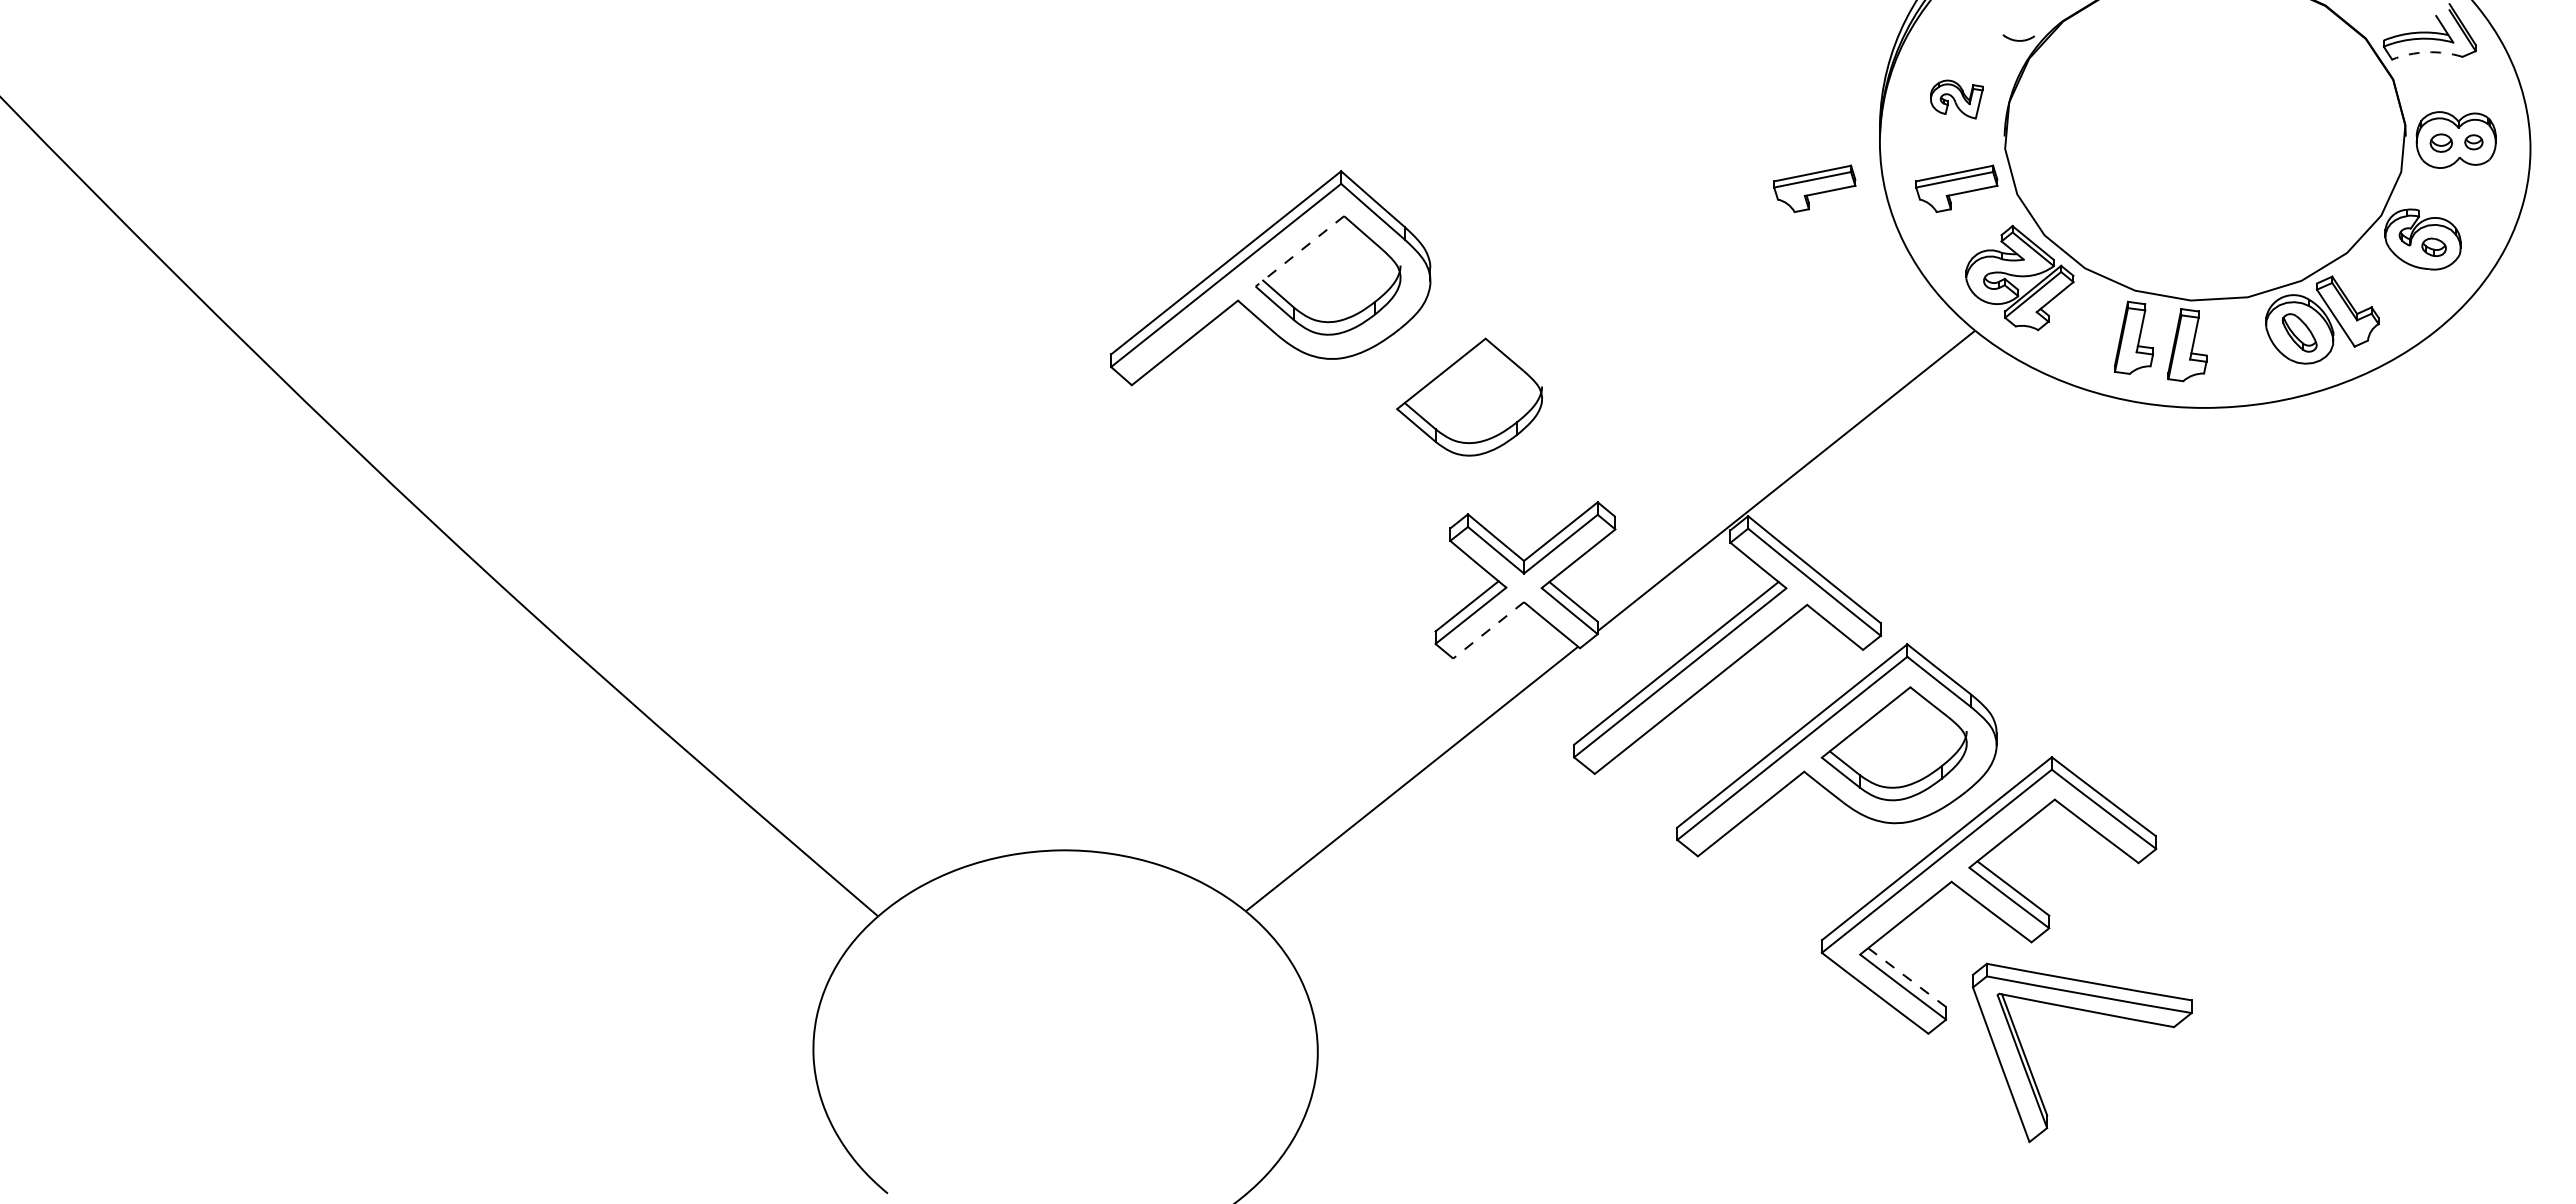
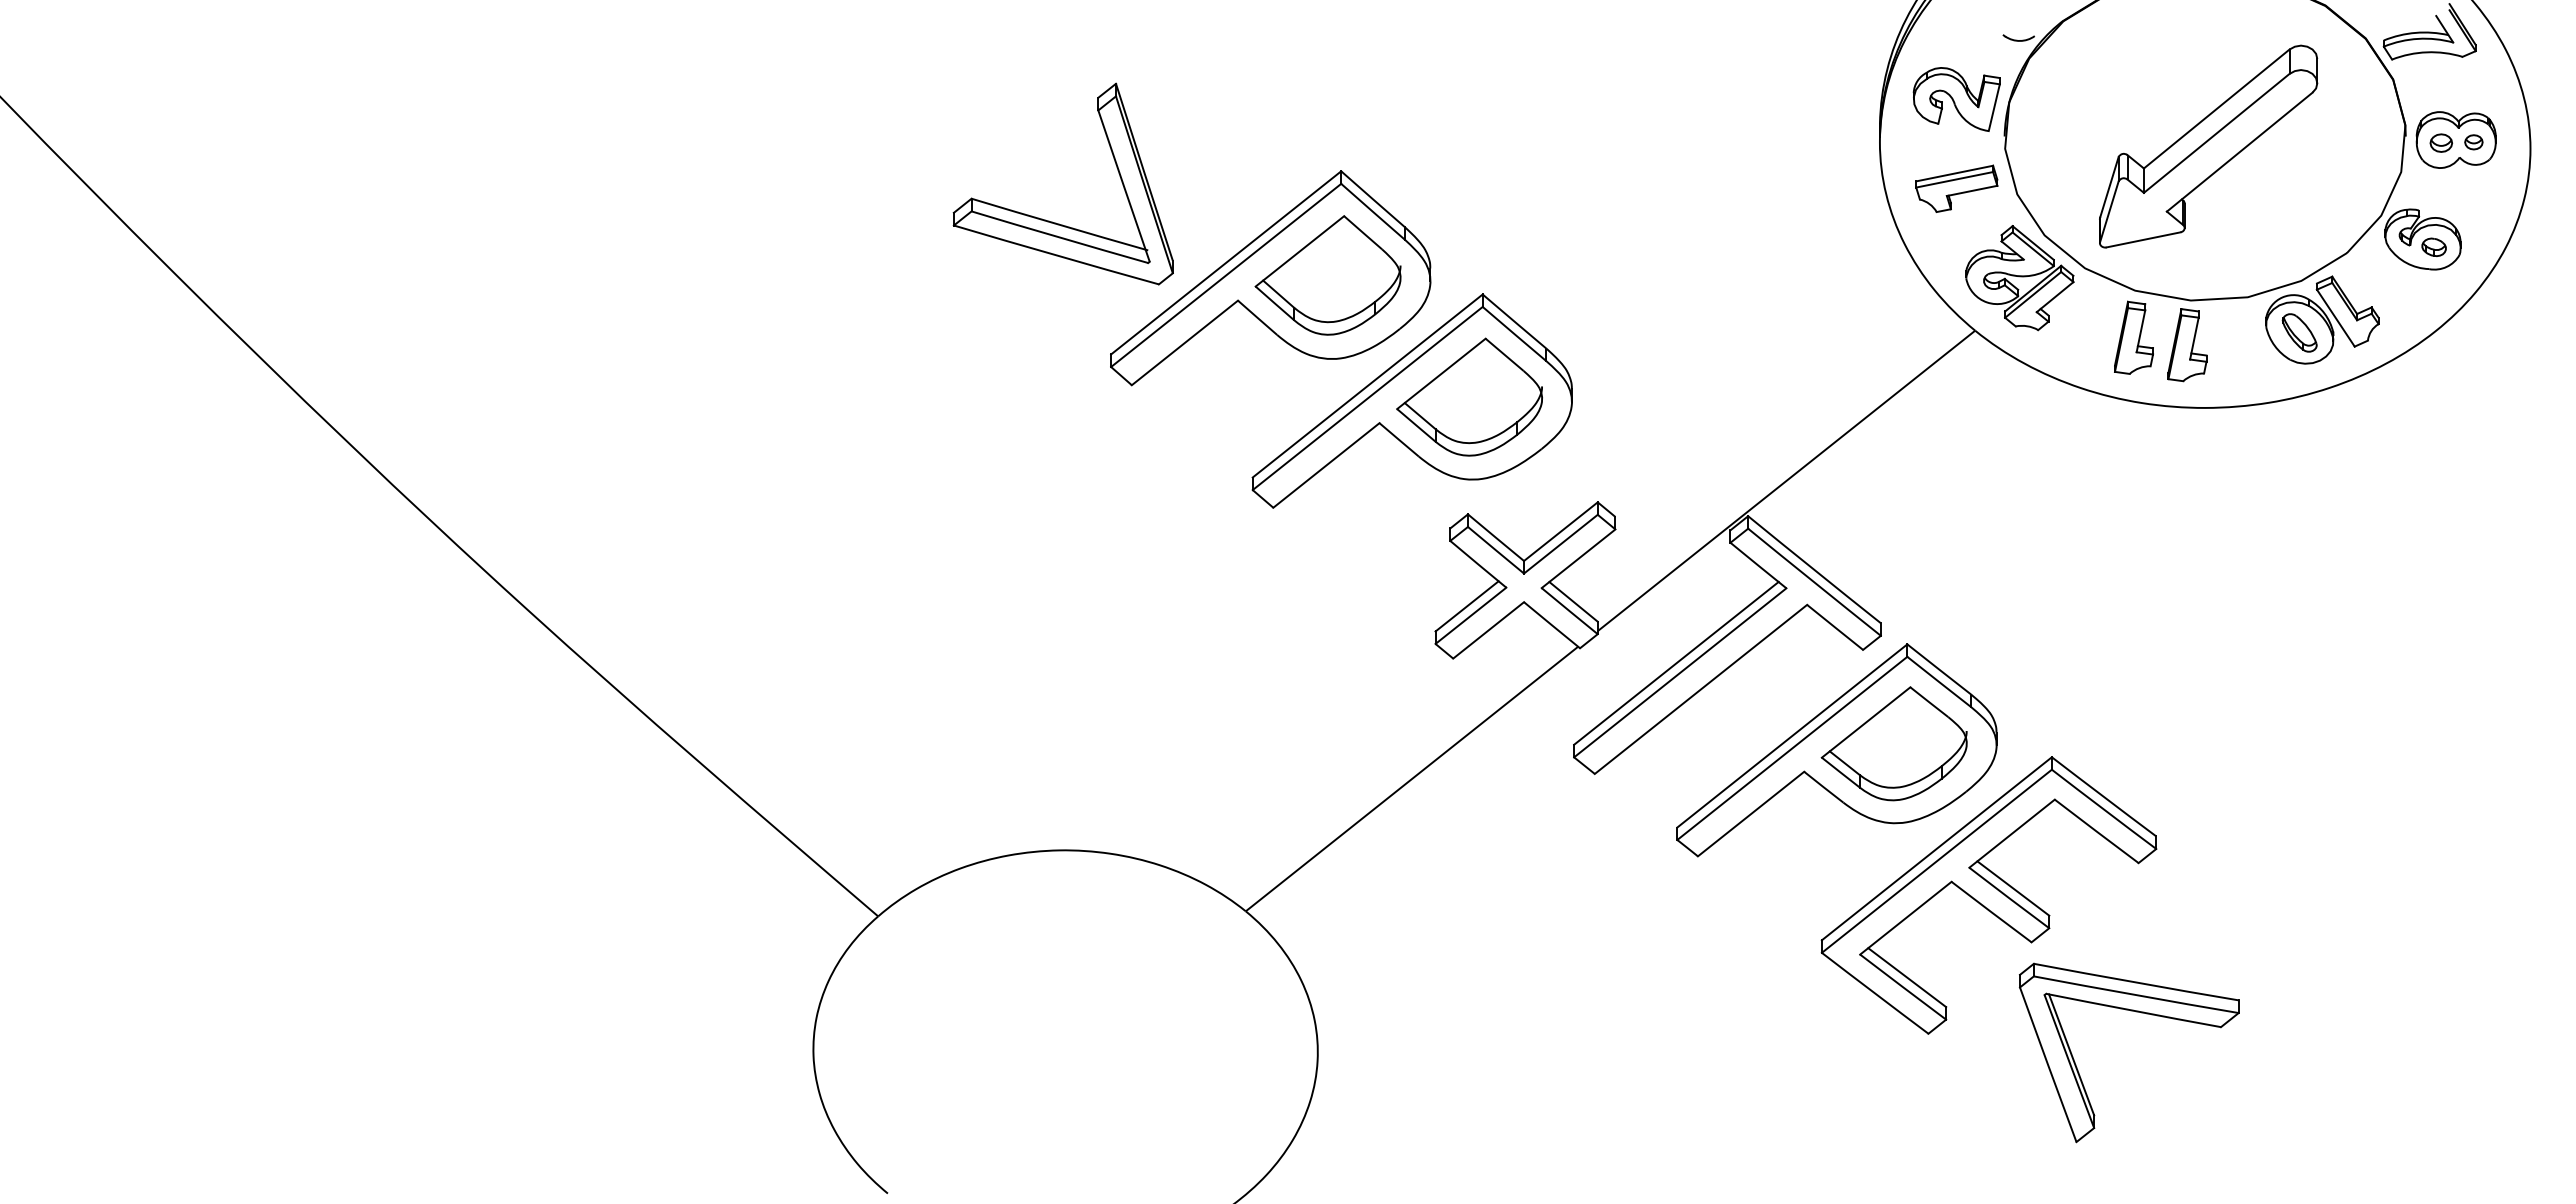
arc at (2427, 52): dashed -> solid
part at (1956, 99) size: 54x41 px -> 89x65 px
part at (2208, 146): none -> present
part at (1814, 188): present -> none
part at (1049, 220): none -> present
line at (1299, 251): dashed -> solid
part at (1411, 400): none -> present
line at (1488, 630): dashed -> solid
line at (1907, 977): dashed -> solid
part at (2089, 1012) position: (2089, 1012) -> (2136, 1012)
